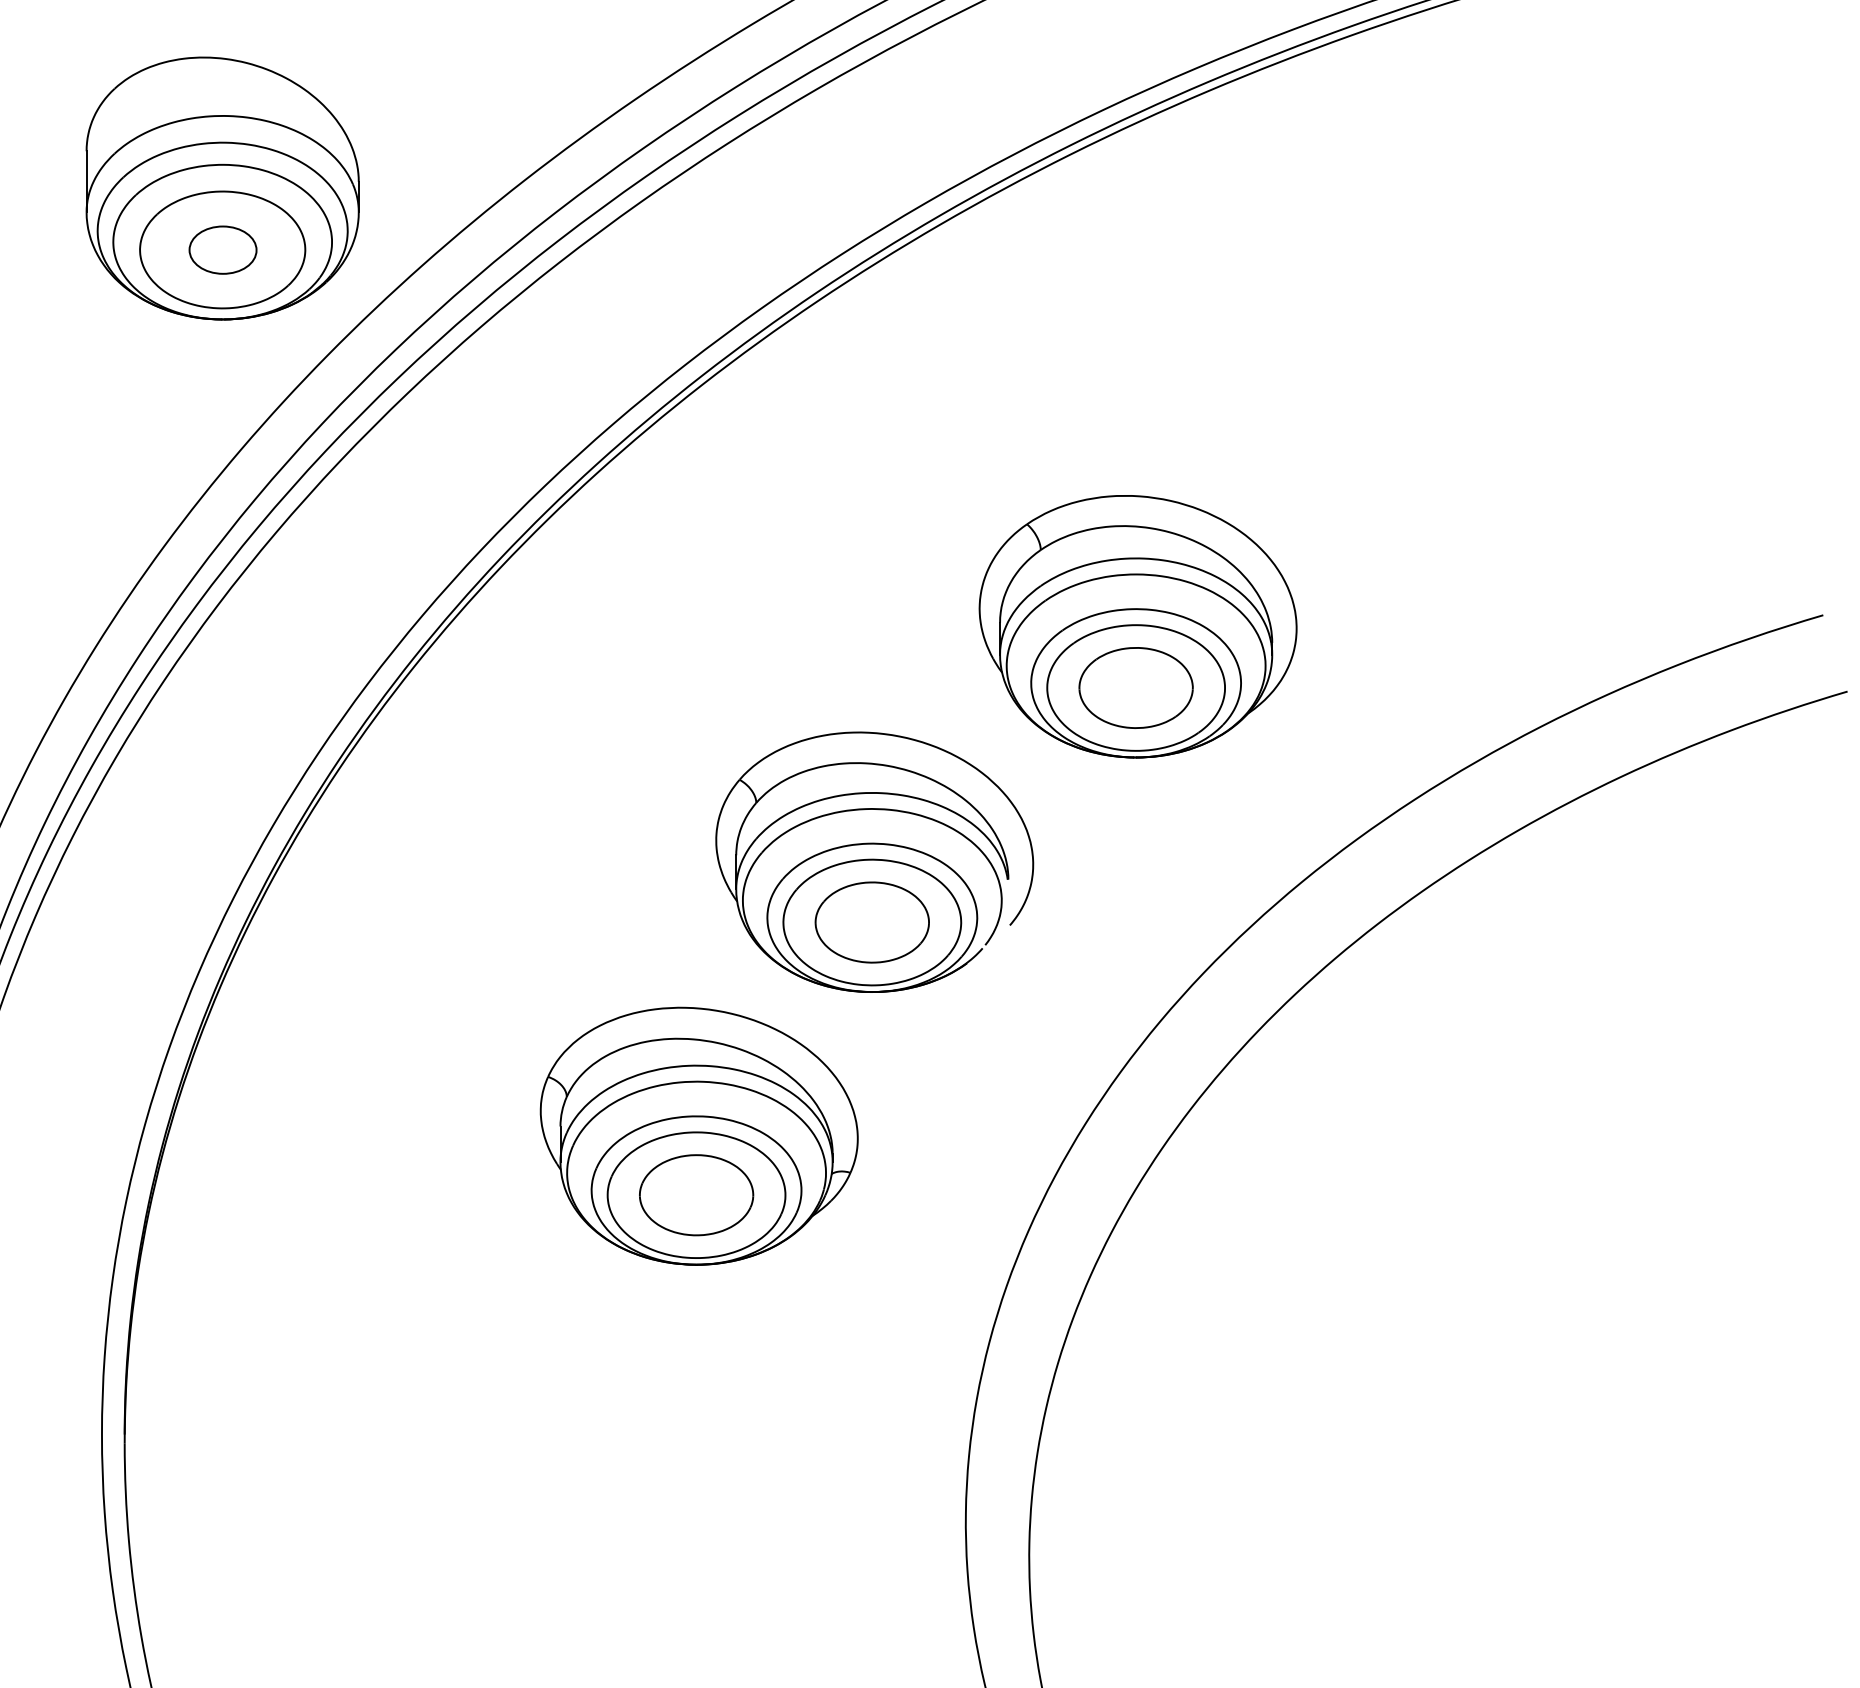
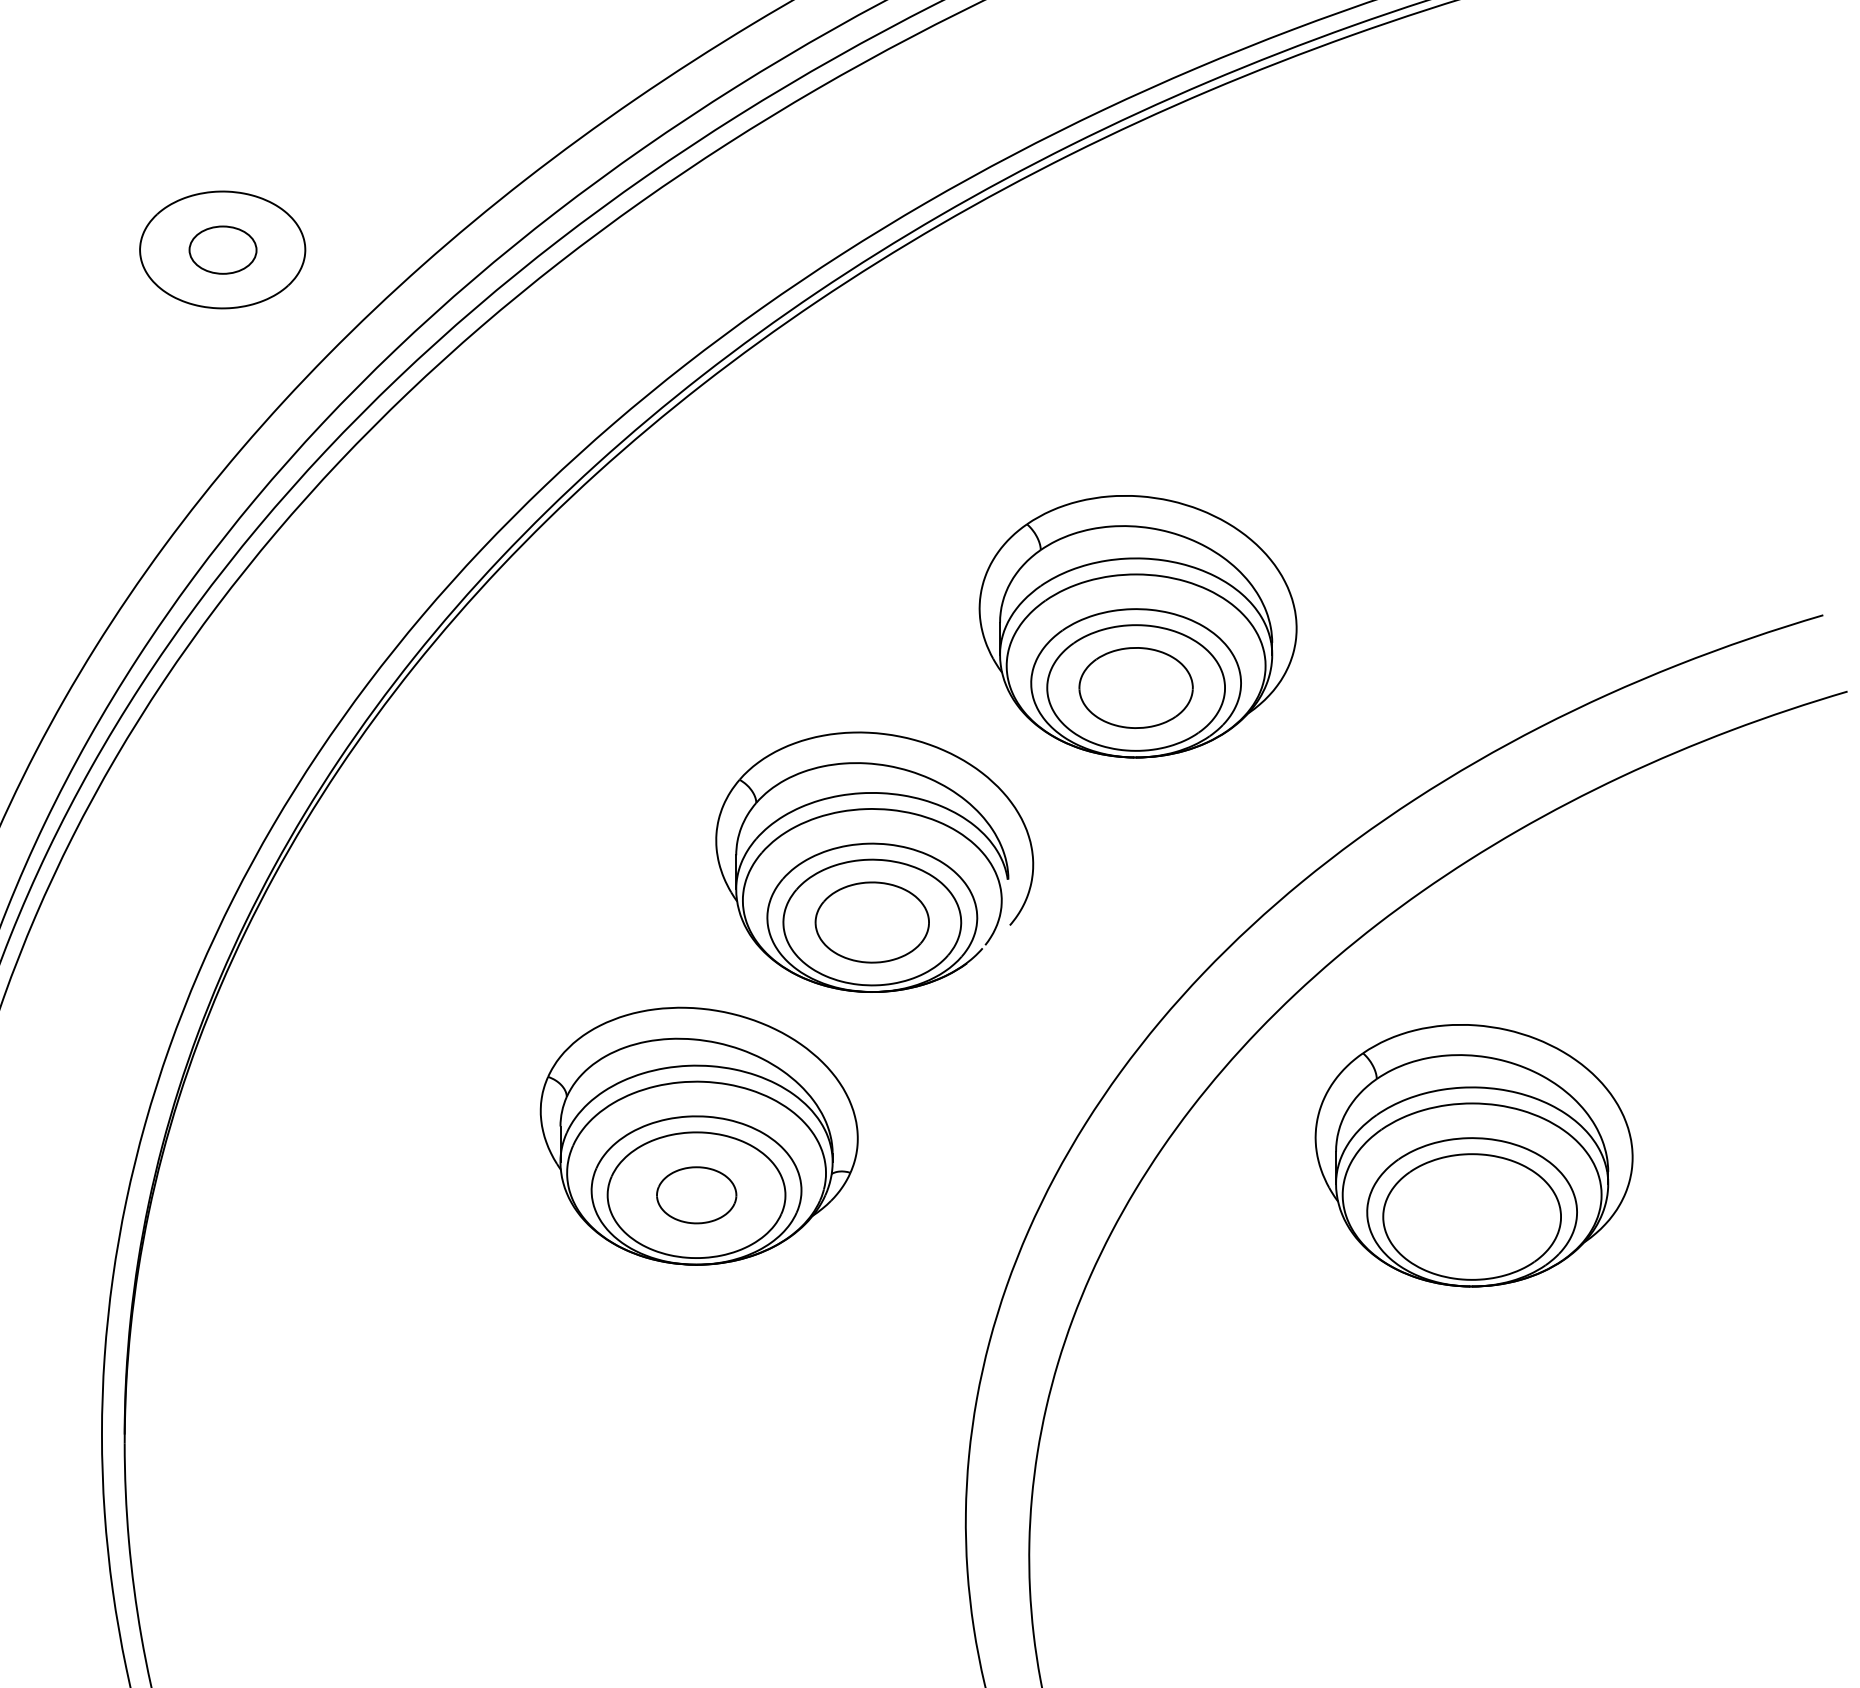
part at (222, 188): present -> none
part at (1473, 1155): none -> present
part at (696, 1195) size: 116x83 px -> 82x59 px
